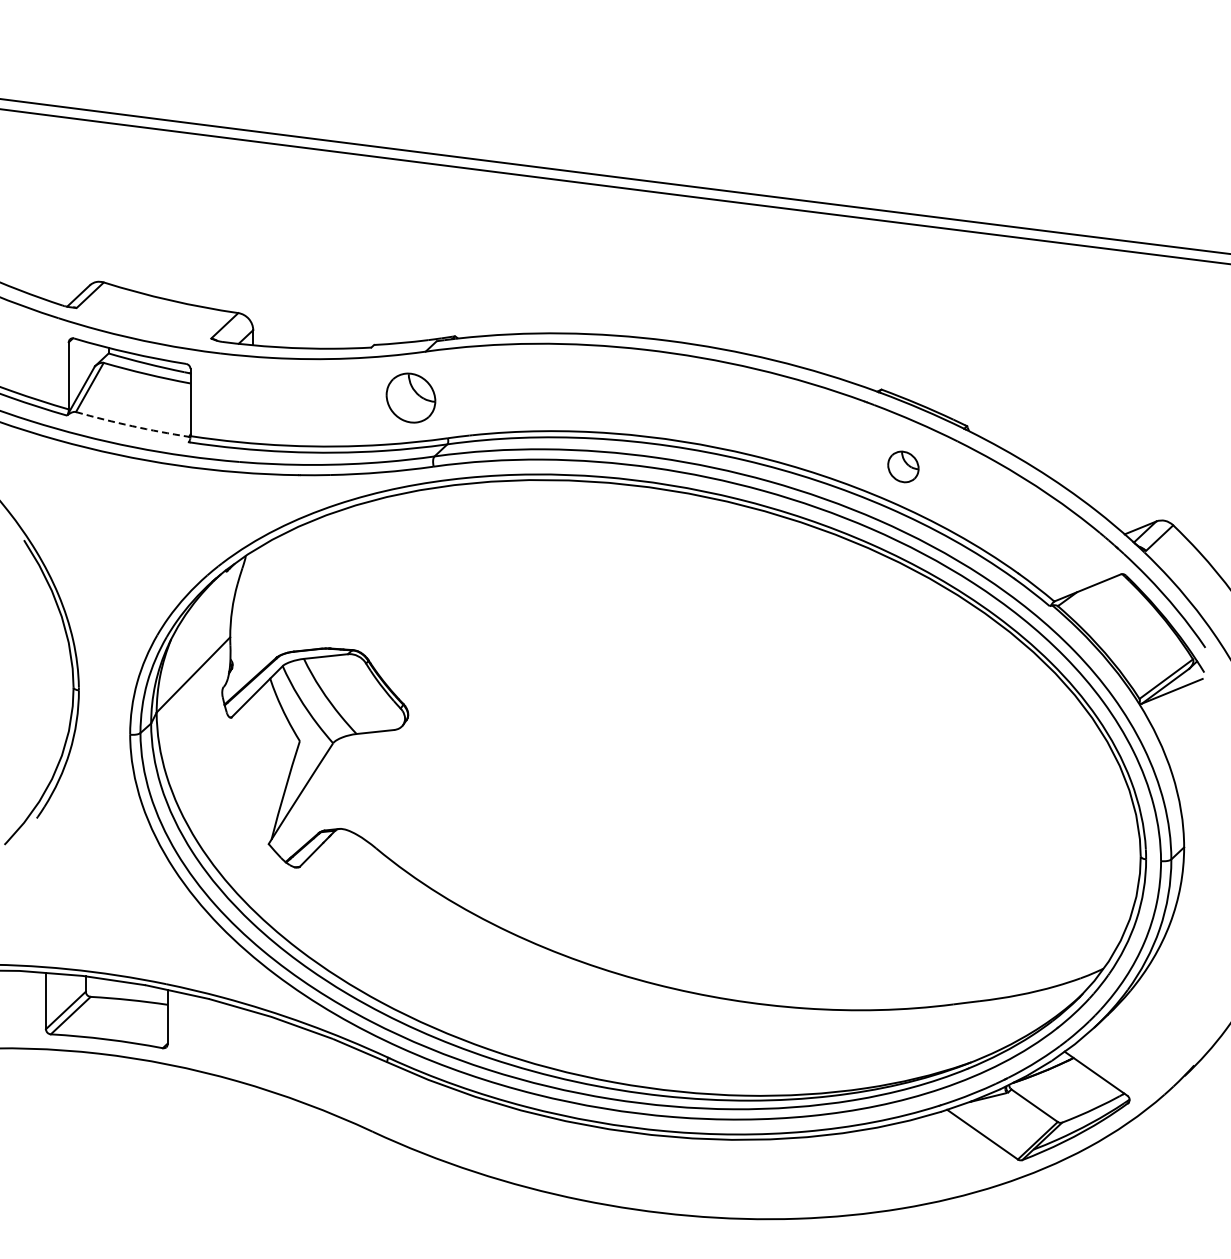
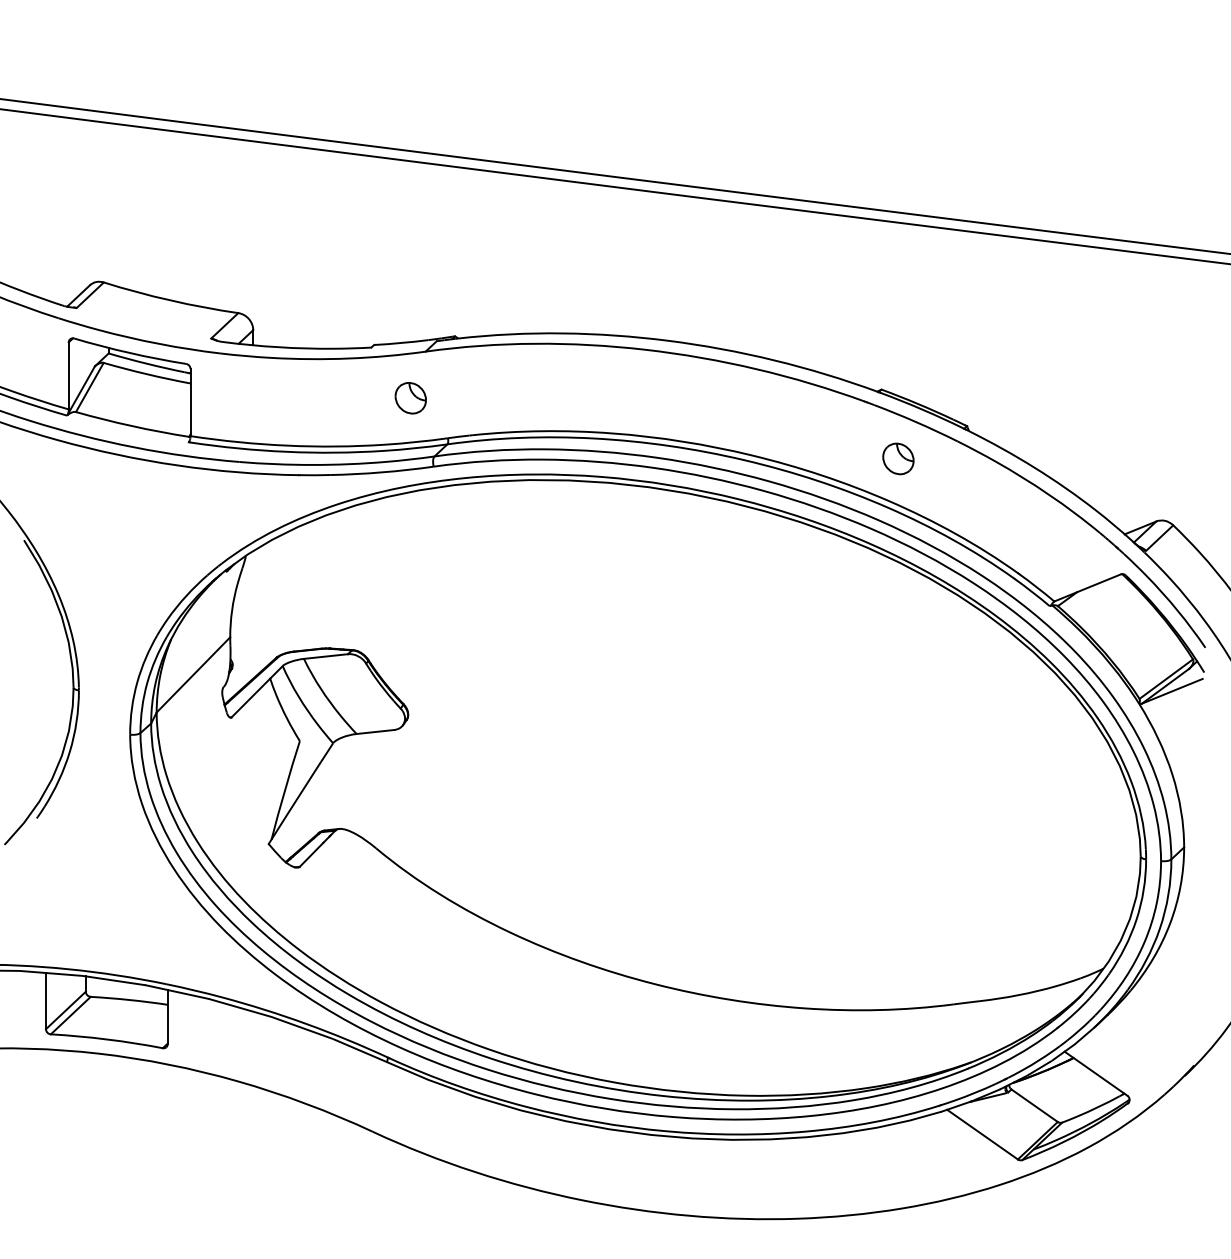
part at (410, 397) size: 52x52 px -> 33x33 px
arc at (132, 426): dashed -> solid
part at (903, 466) position: (903, 466) -> (898, 458)
